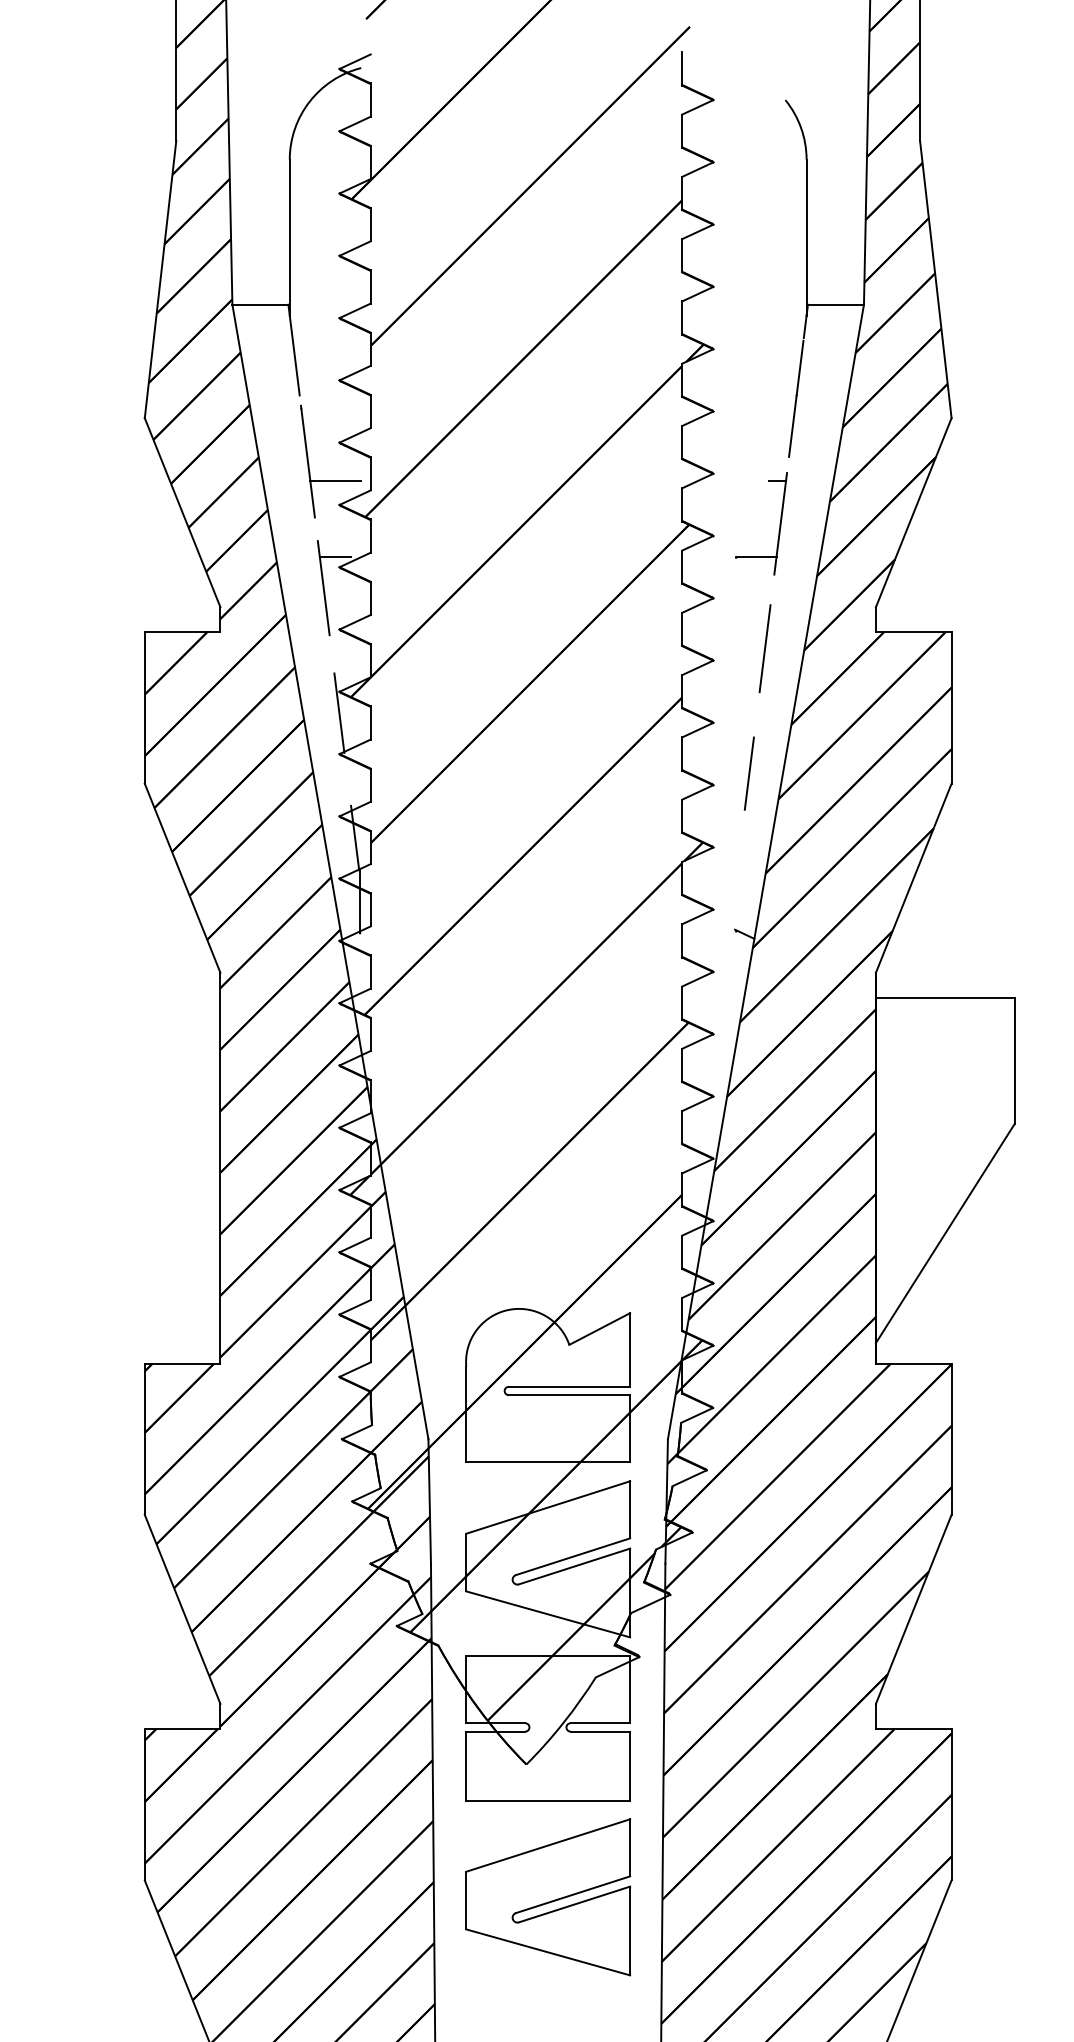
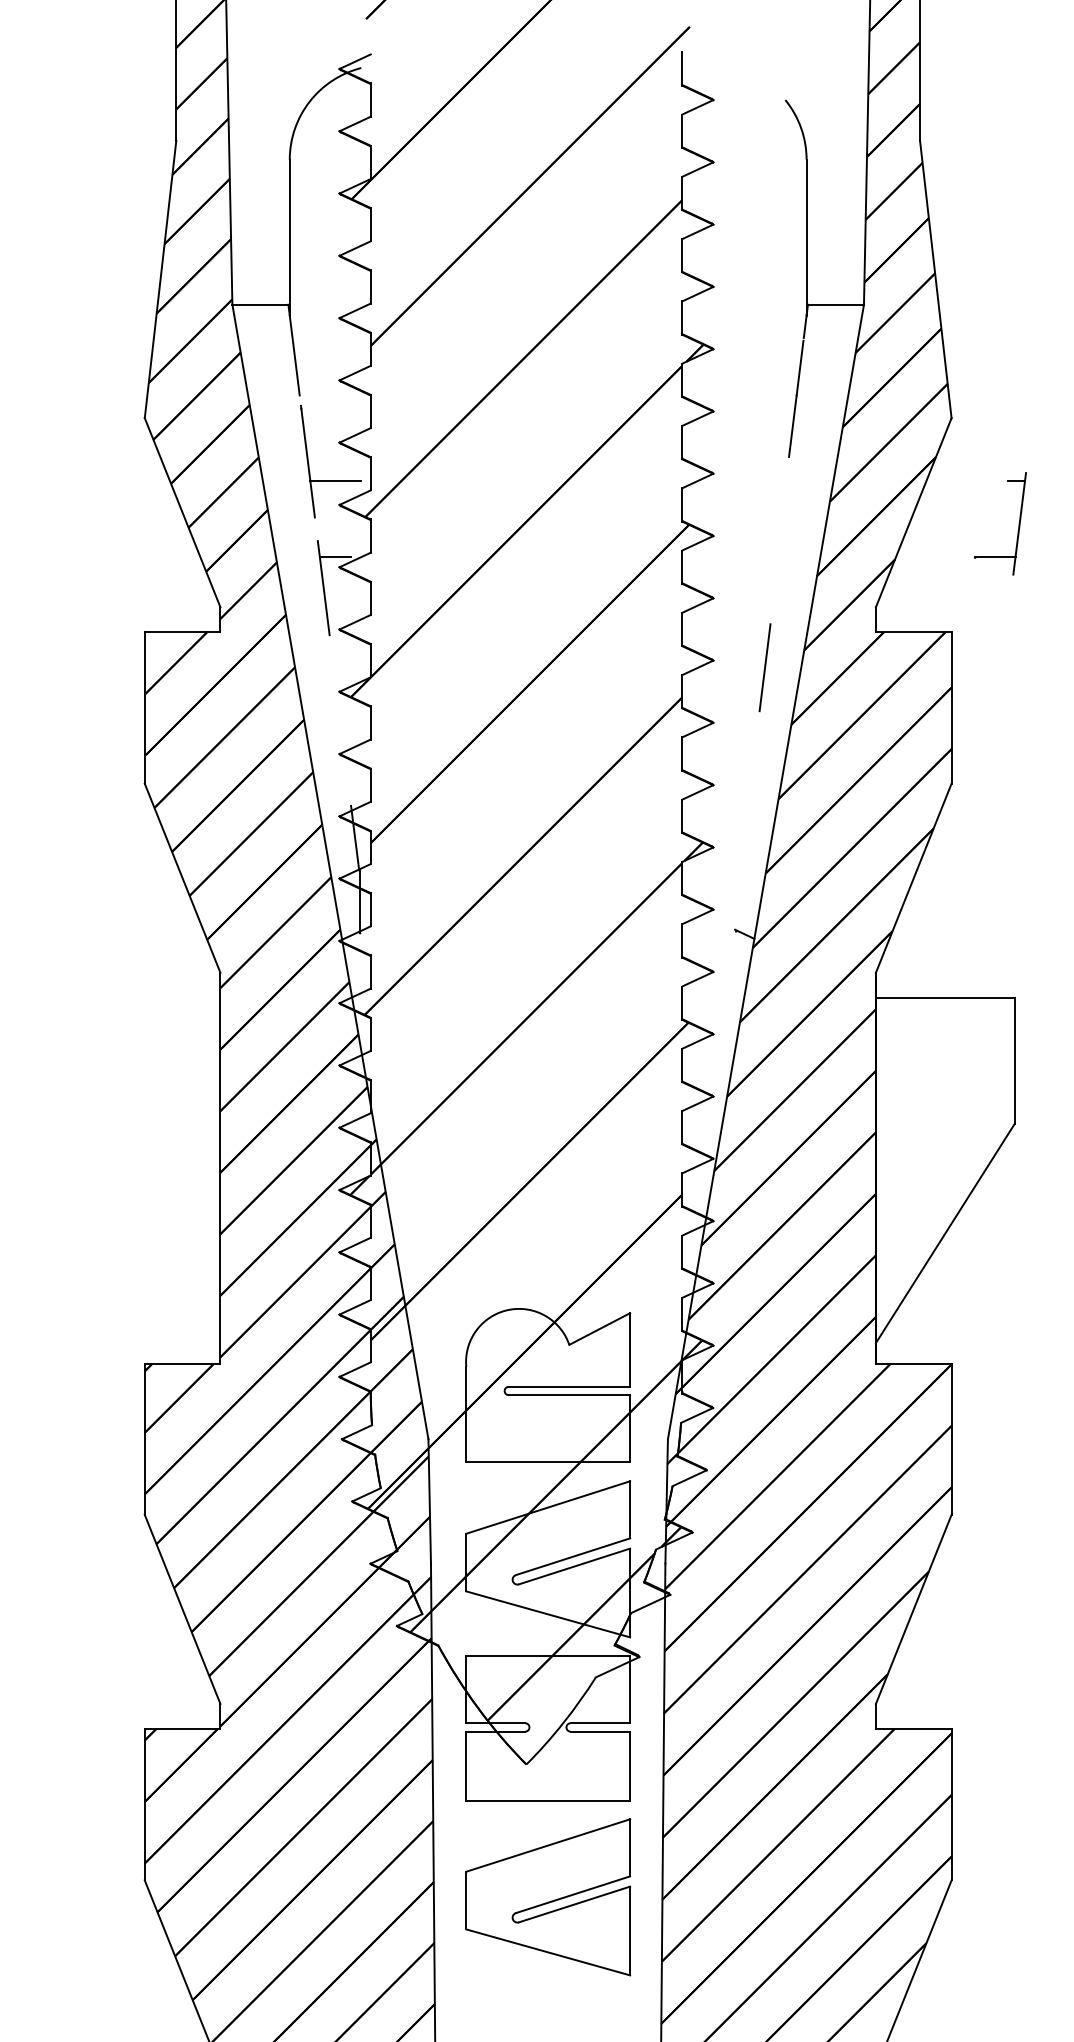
part at (779, 523) position: (779, 523) -> (1018, 523)
line at (764, 648) position: (764, 648) -> (764, 667)
line at (339, 712): present -> none
line at (748, 773): present -> none
